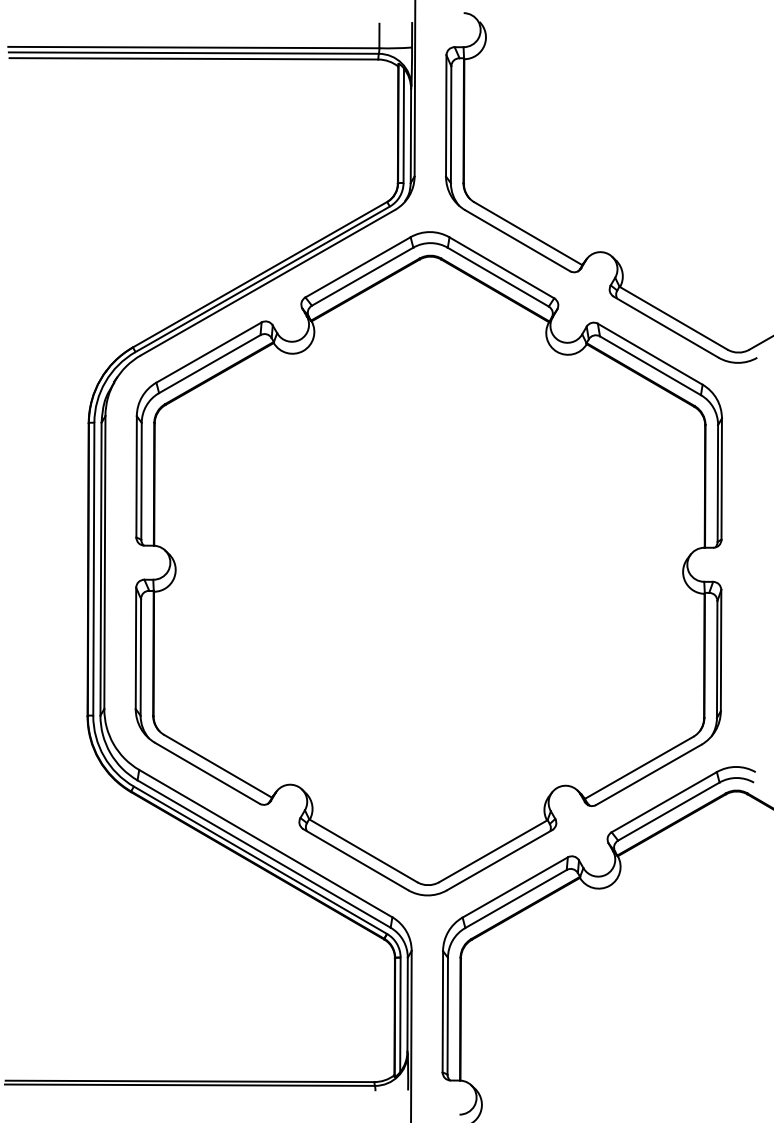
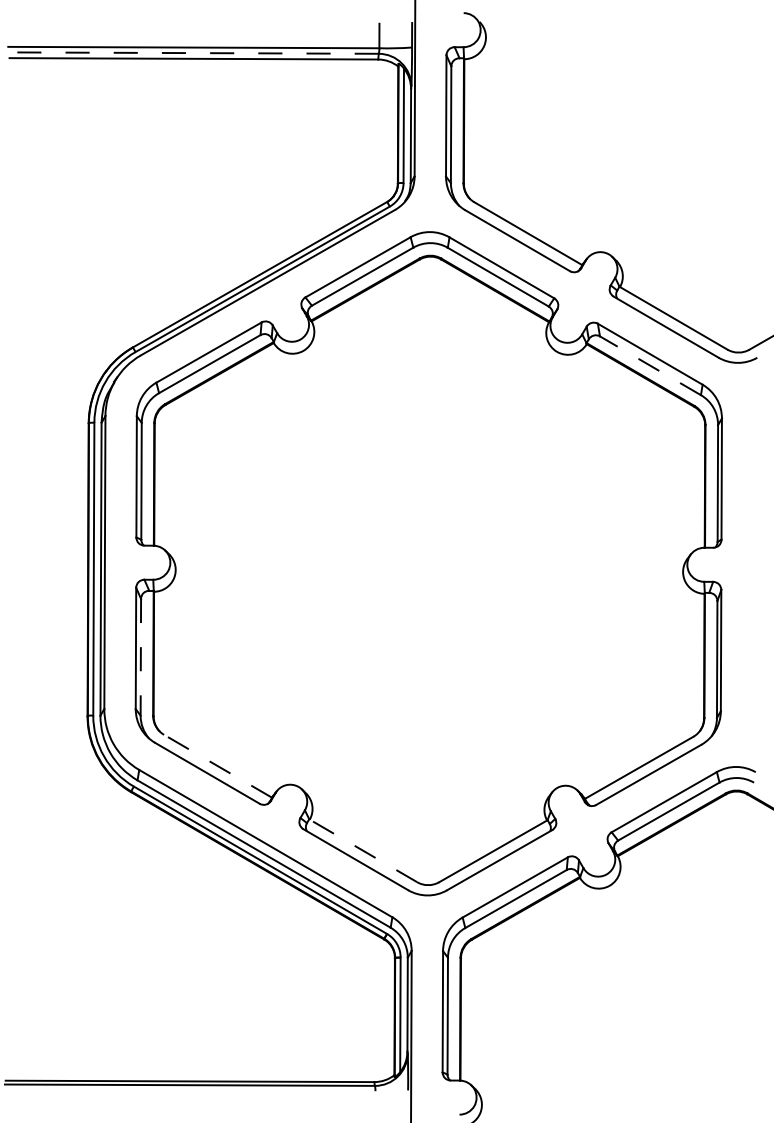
line at (193, 53): solid -> dashed
line at (650, 365): solid -> dashed
line at (140, 657): solid -> dashed
line at (218, 766): solid -> dashed
line at (363, 850): solid -> dashed
